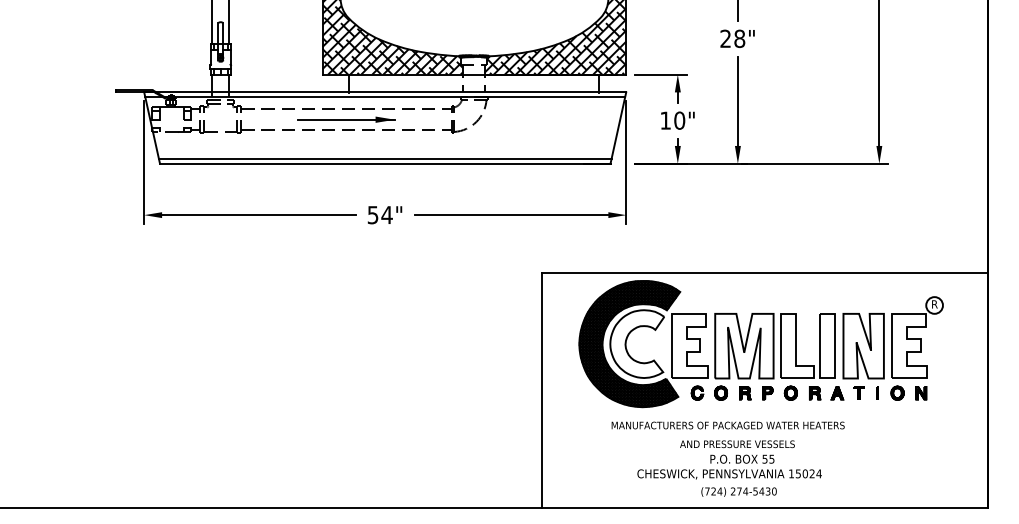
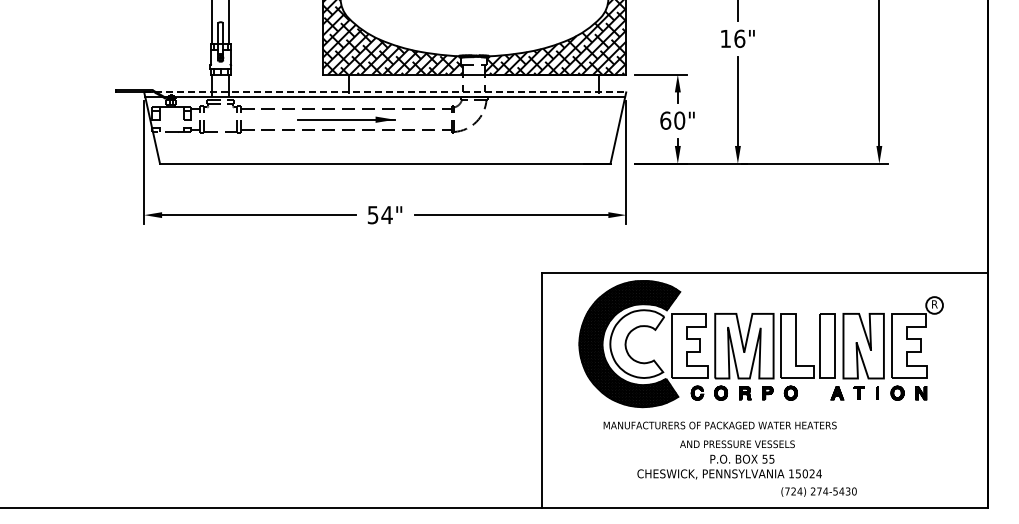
text at (732, 38): 28" -> 16"
line at (385, 92): solid -> dashed
text at (665, 120): 10" -> 60"
line at (385, 159): present -> none
part at (815, 393): present -> none
text at (727, 425) position: (727, 425) -> (719, 425)
text at (738, 491) position: (738, 491) -> (818, 491)
